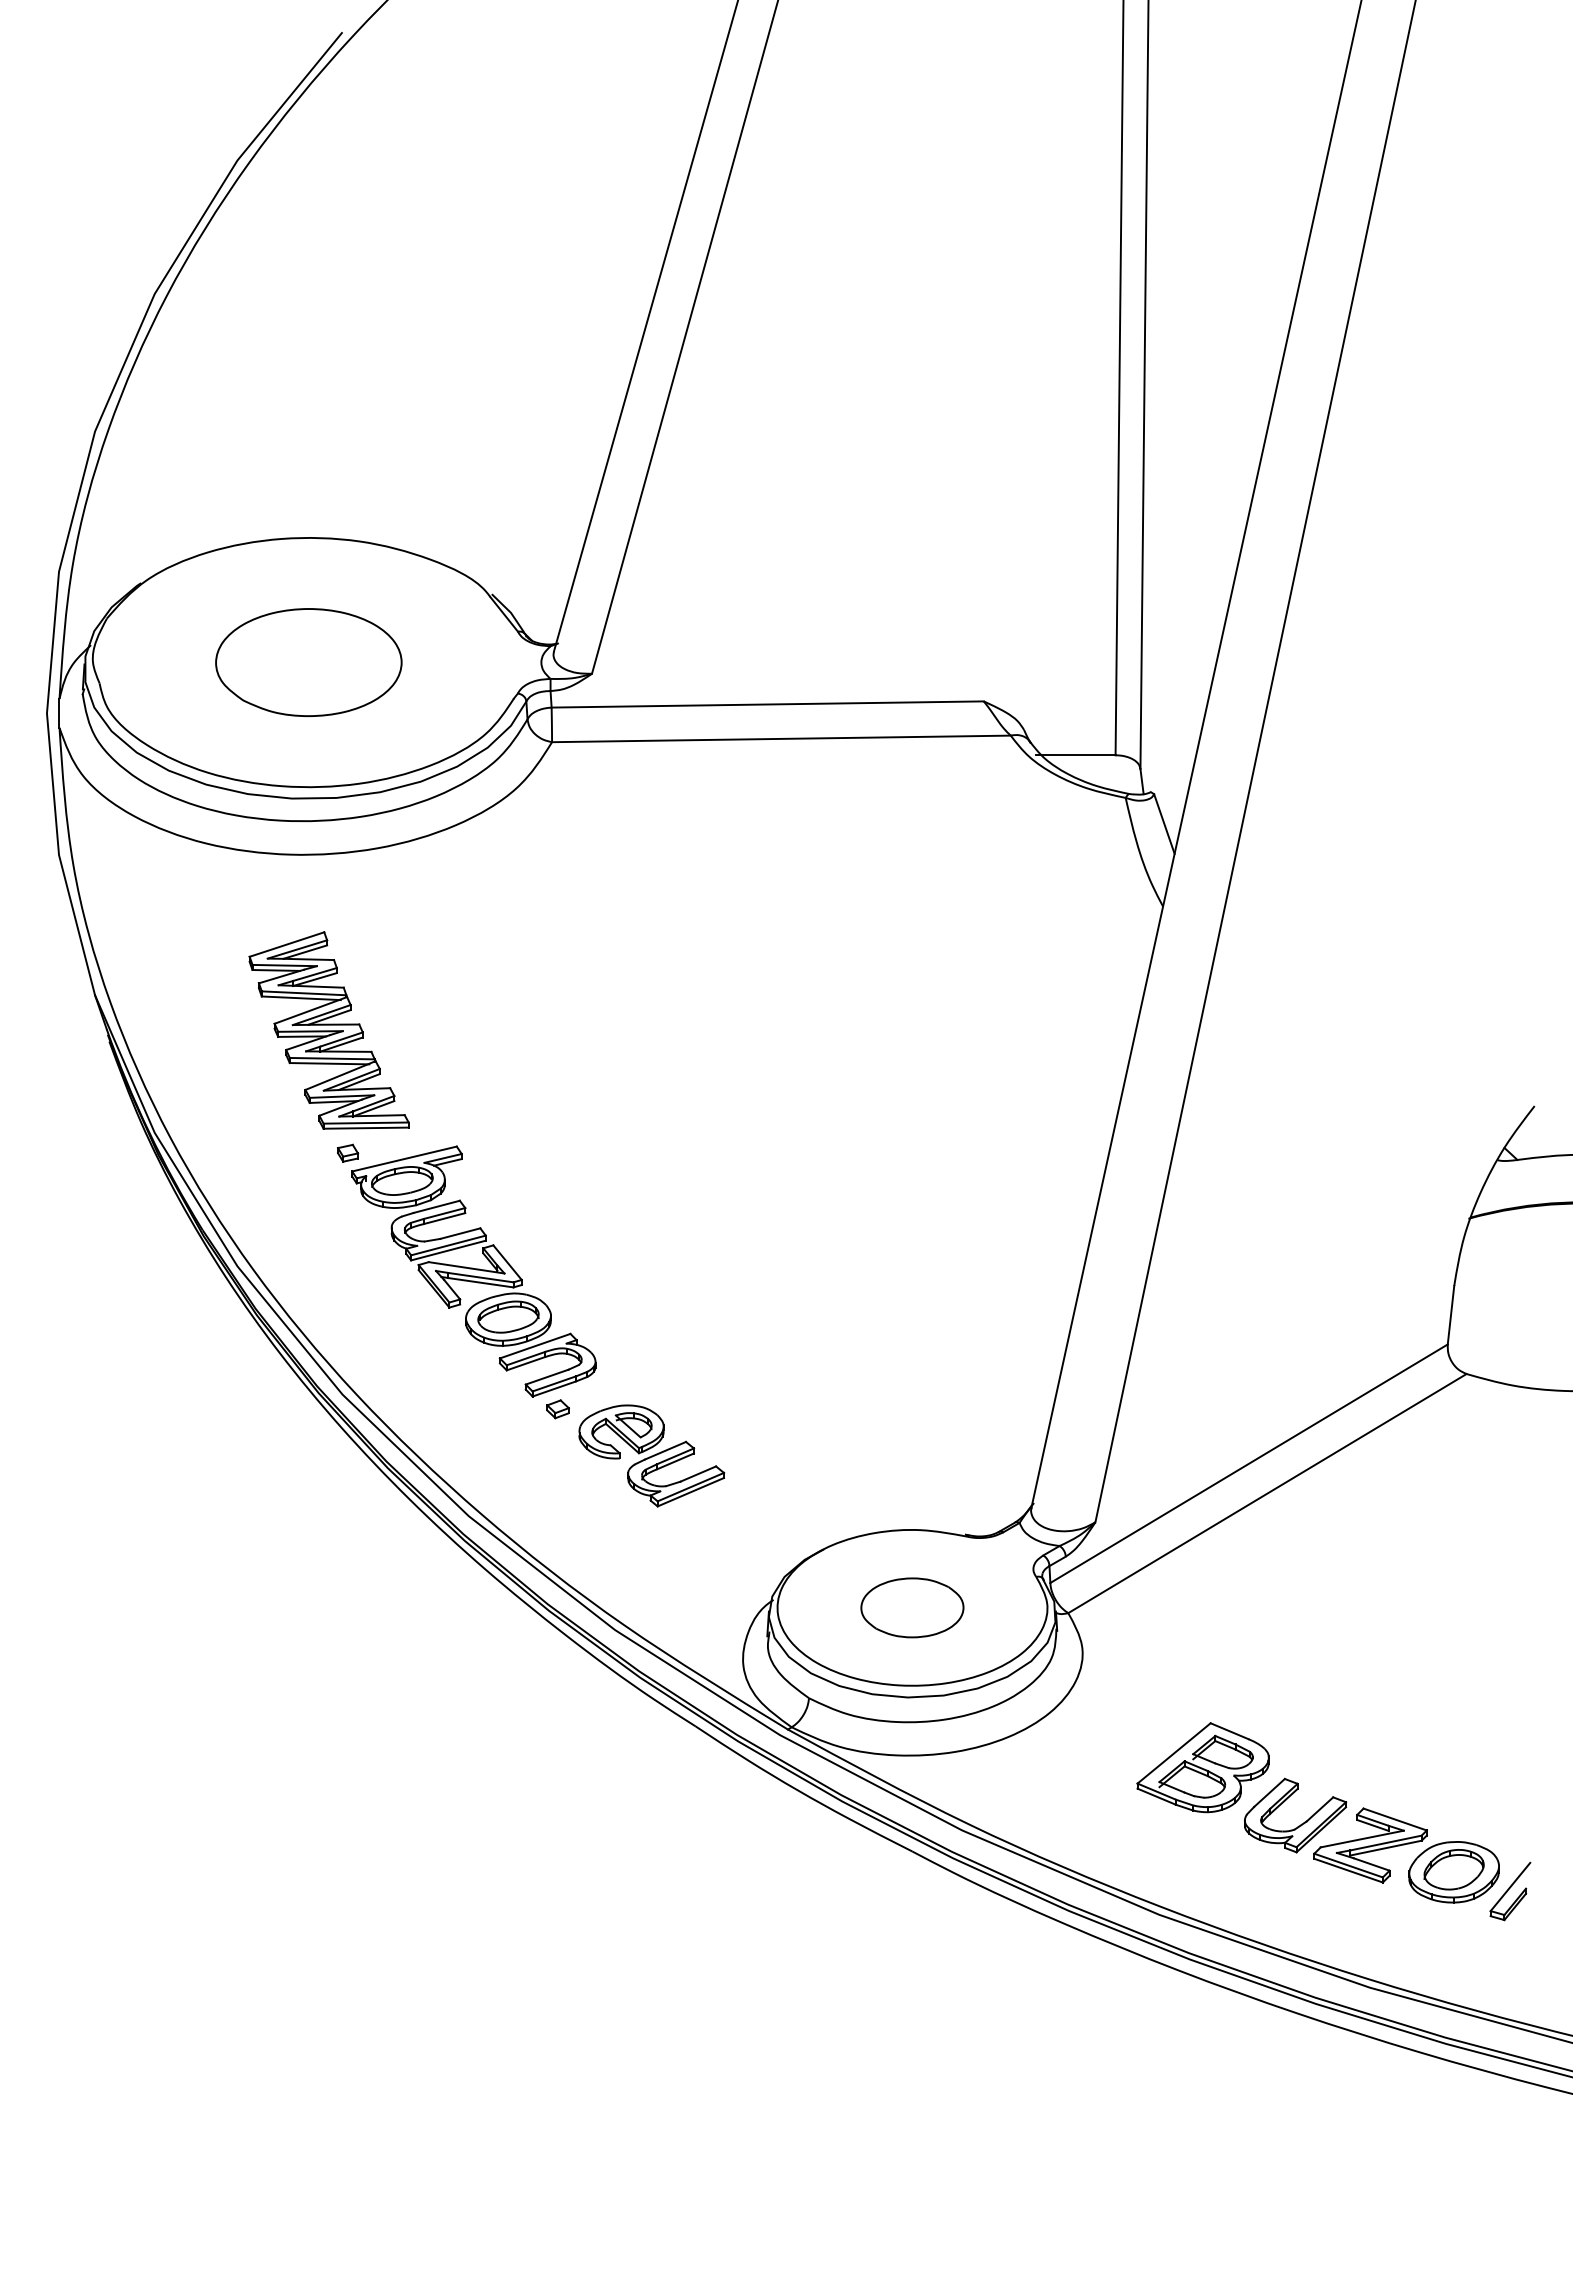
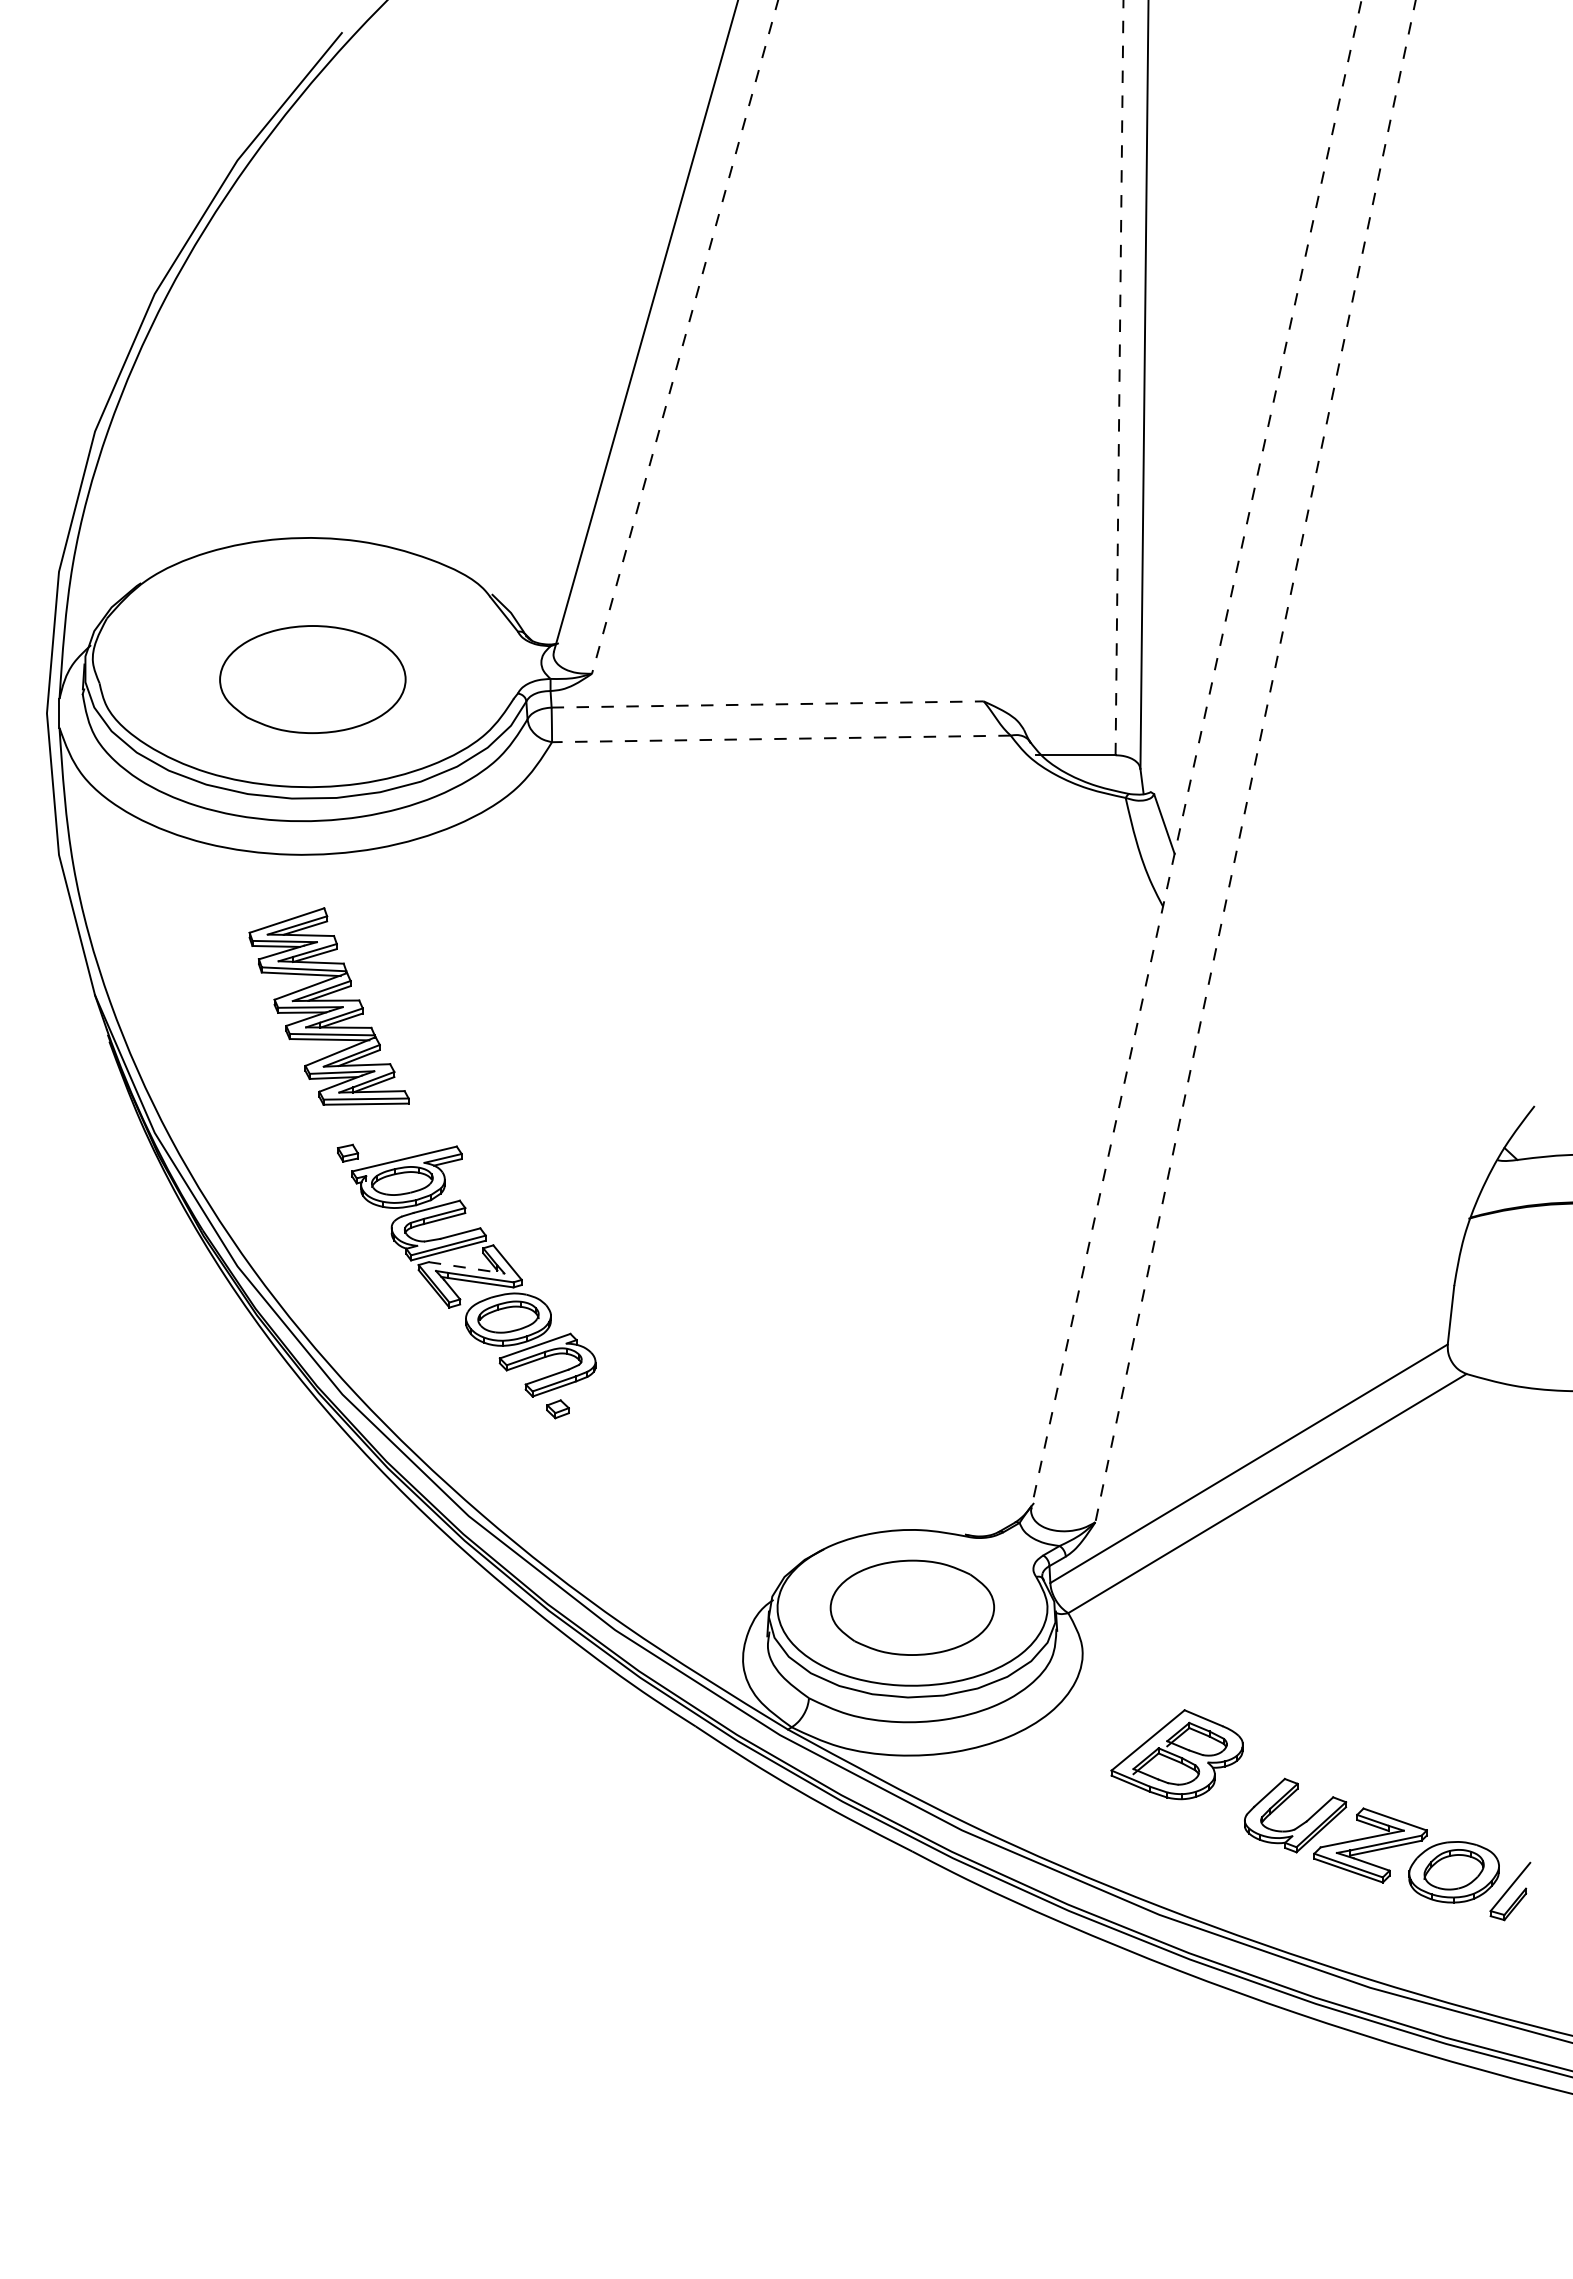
line at (684, 337): solid -> dashed
line at (1119, 377): solid -> dashed
part at (308, 662) position: (308, 662) -> (312, 679)
line at (768, 704): solid -> dashed
line at (780, 738): solid -> dashed
line at (1196, 754): solid -> dashed
line at (1255, 762): solid -> dashed
part at (328, 1030) position: (328, 1030) -> (328, 1006)
line at (467, 1267): solid -> dashed
part at (651, 1455): present -> none
part at (912, 1607) size: 105x62 px -> 167x97 px
part at (1202, 1767) position: (1202, 1767) -> (1176, 1754)
